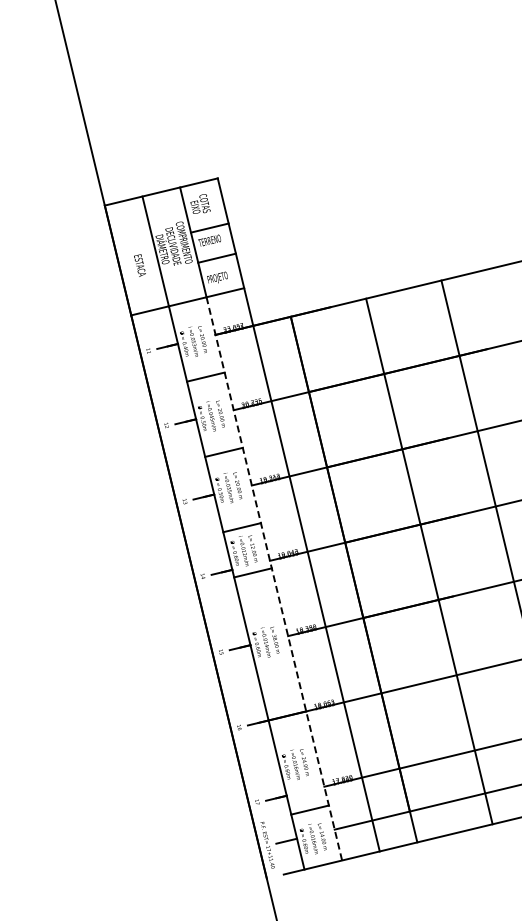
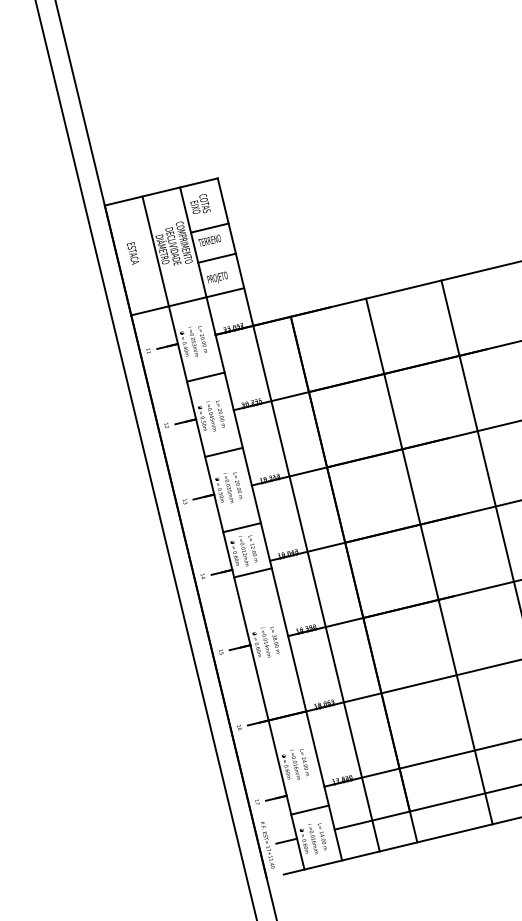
text at (139, 265) position: (139, 265) -> (132, 253)
line at (146, 459): none -> present
line at (274, 578): dashed -> solid
